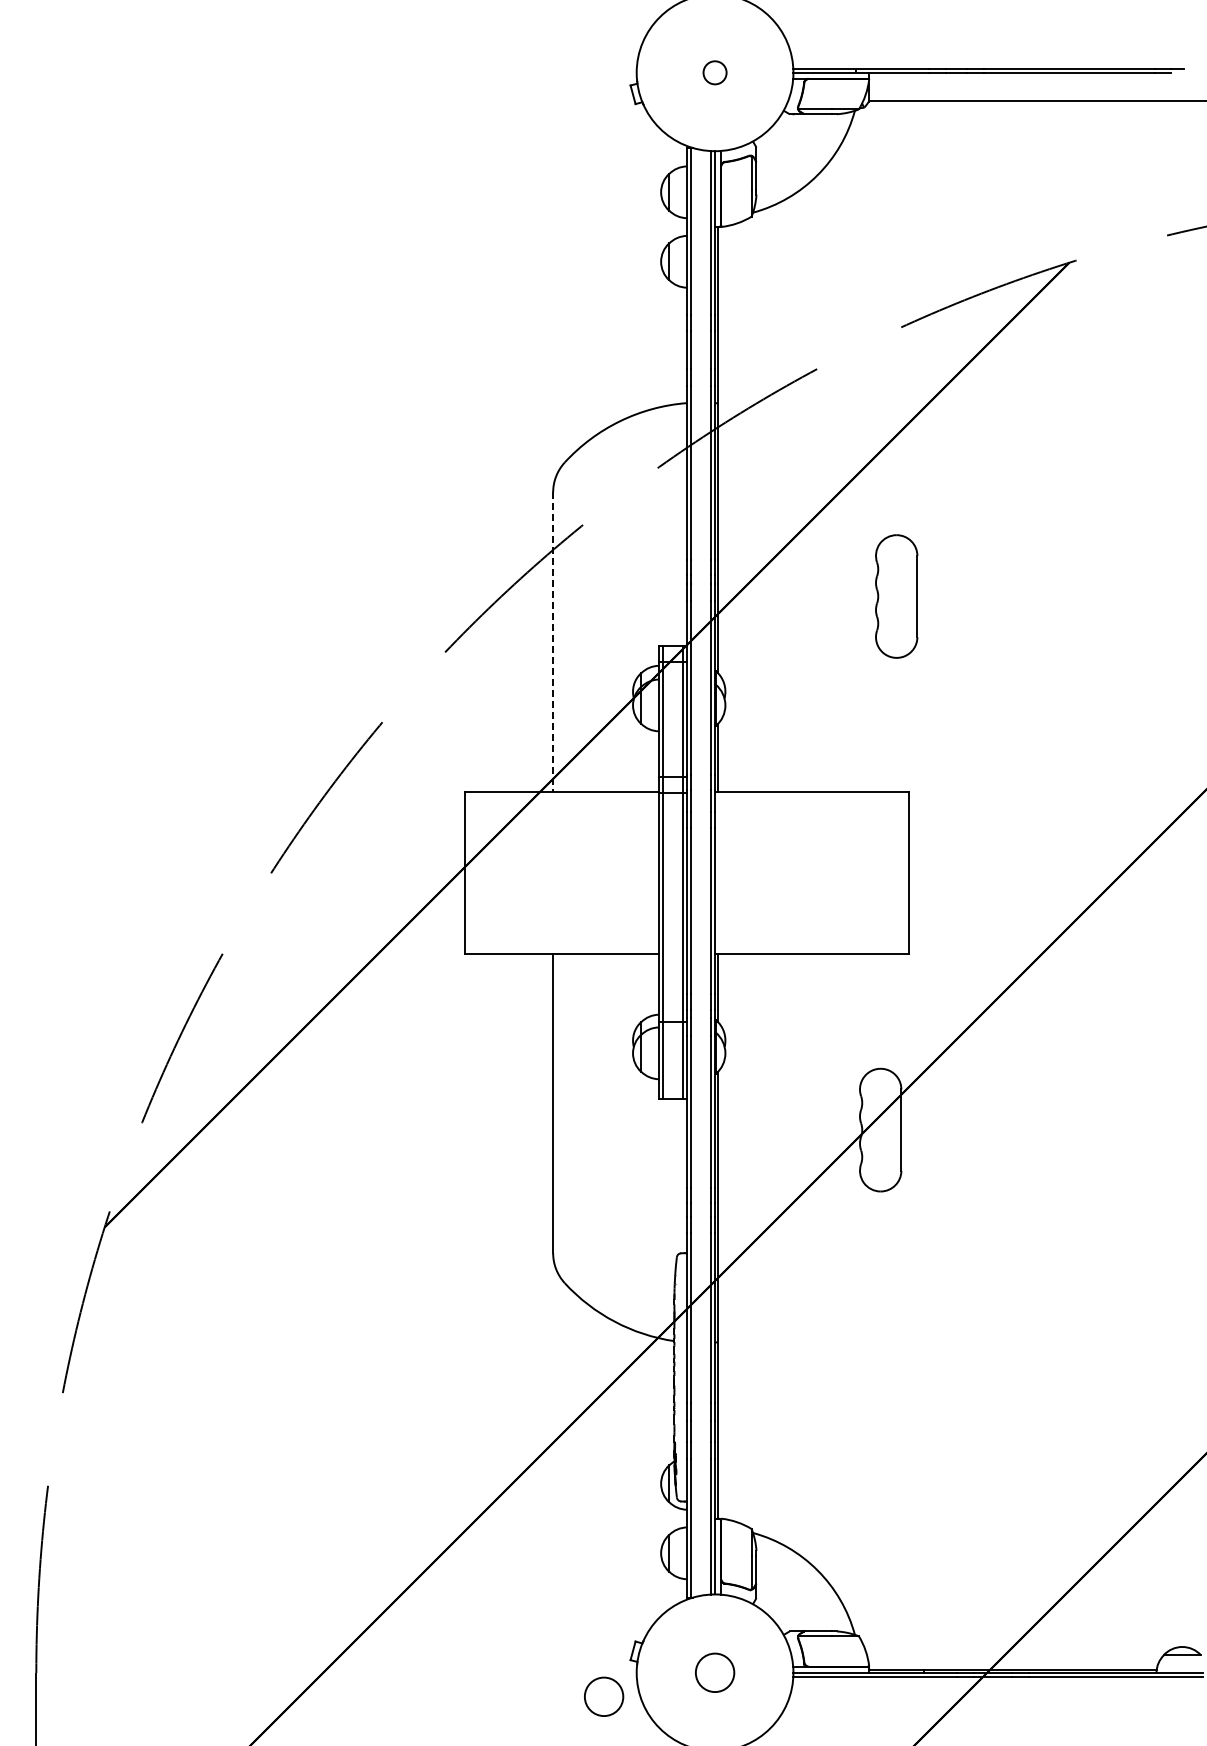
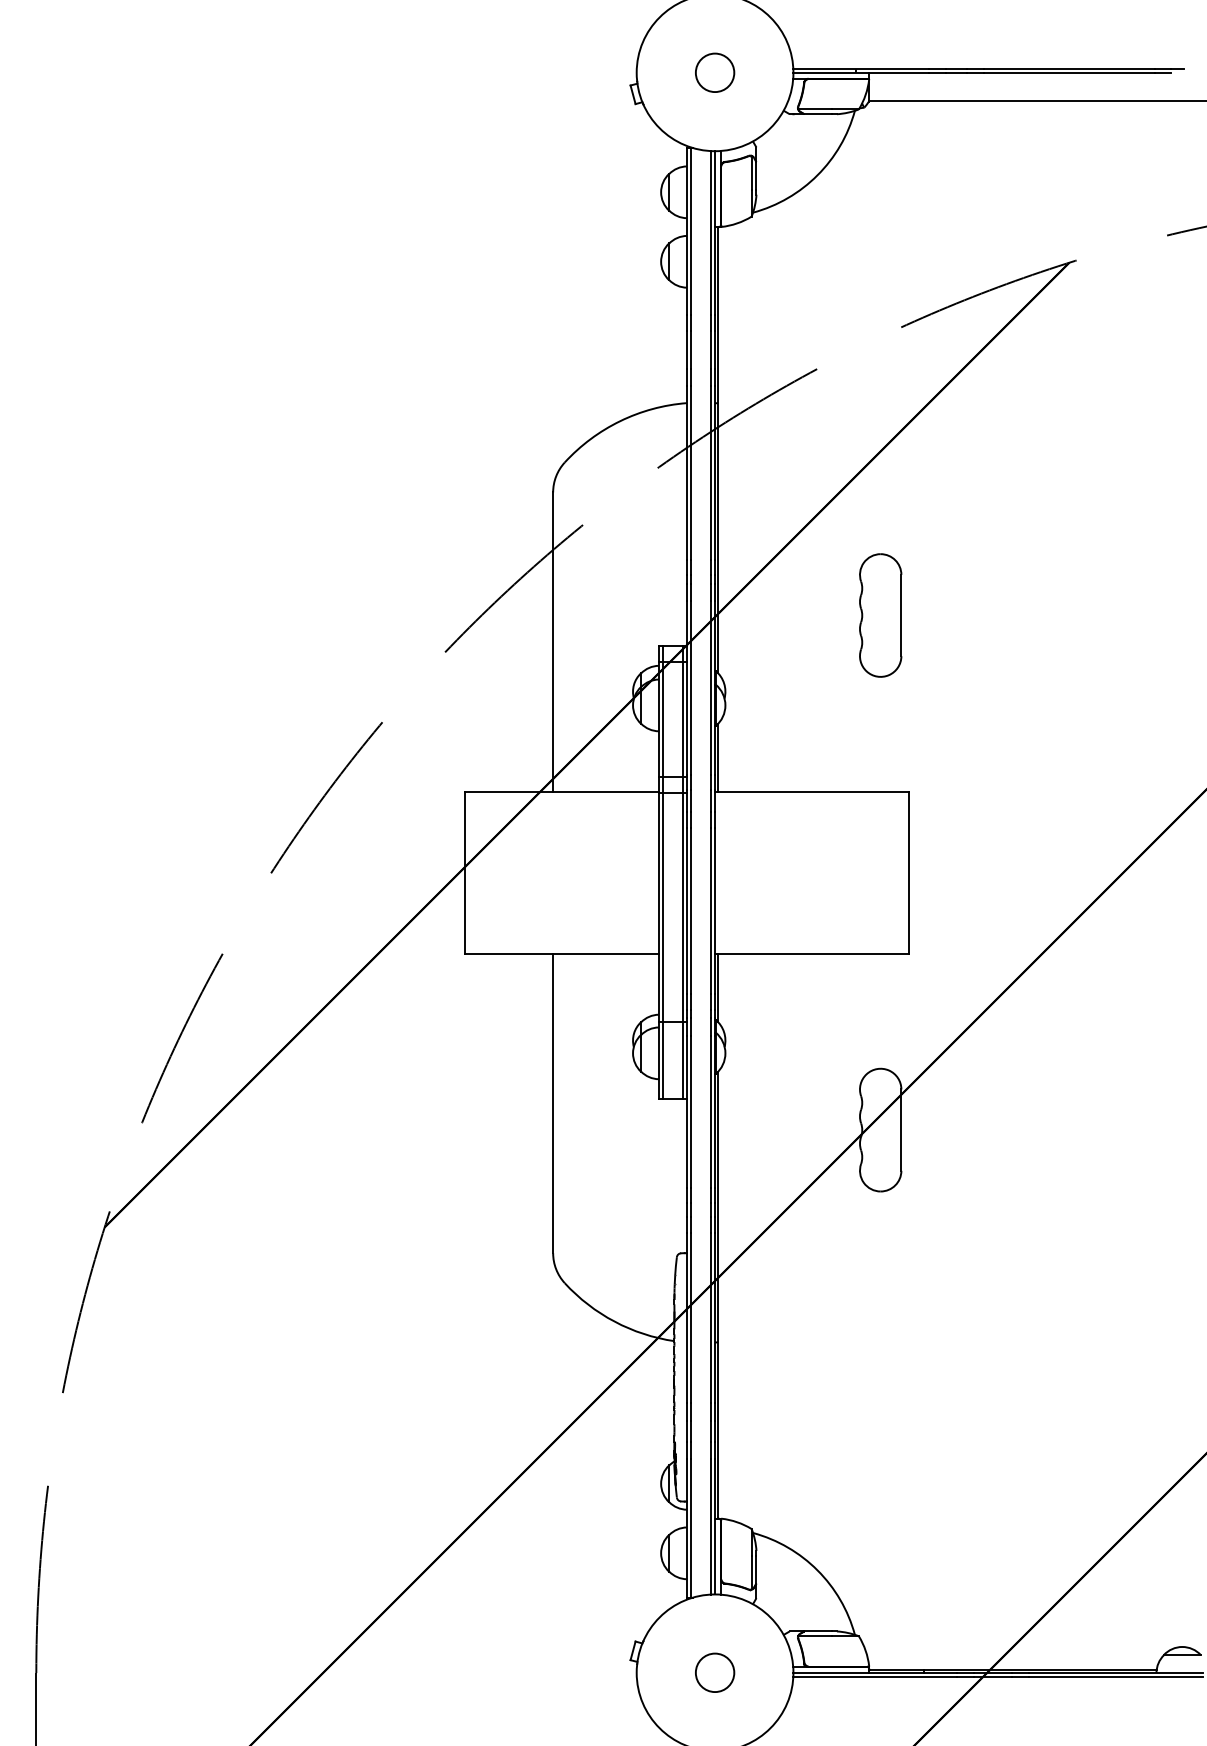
circle at (714, 72) diameter: 23 px -> 38 px
part at (896, 596) position: (896, 596) -> (880, 615)
line at (553, 641): dashed -> solid
circle at (604, 1696): present -> none
